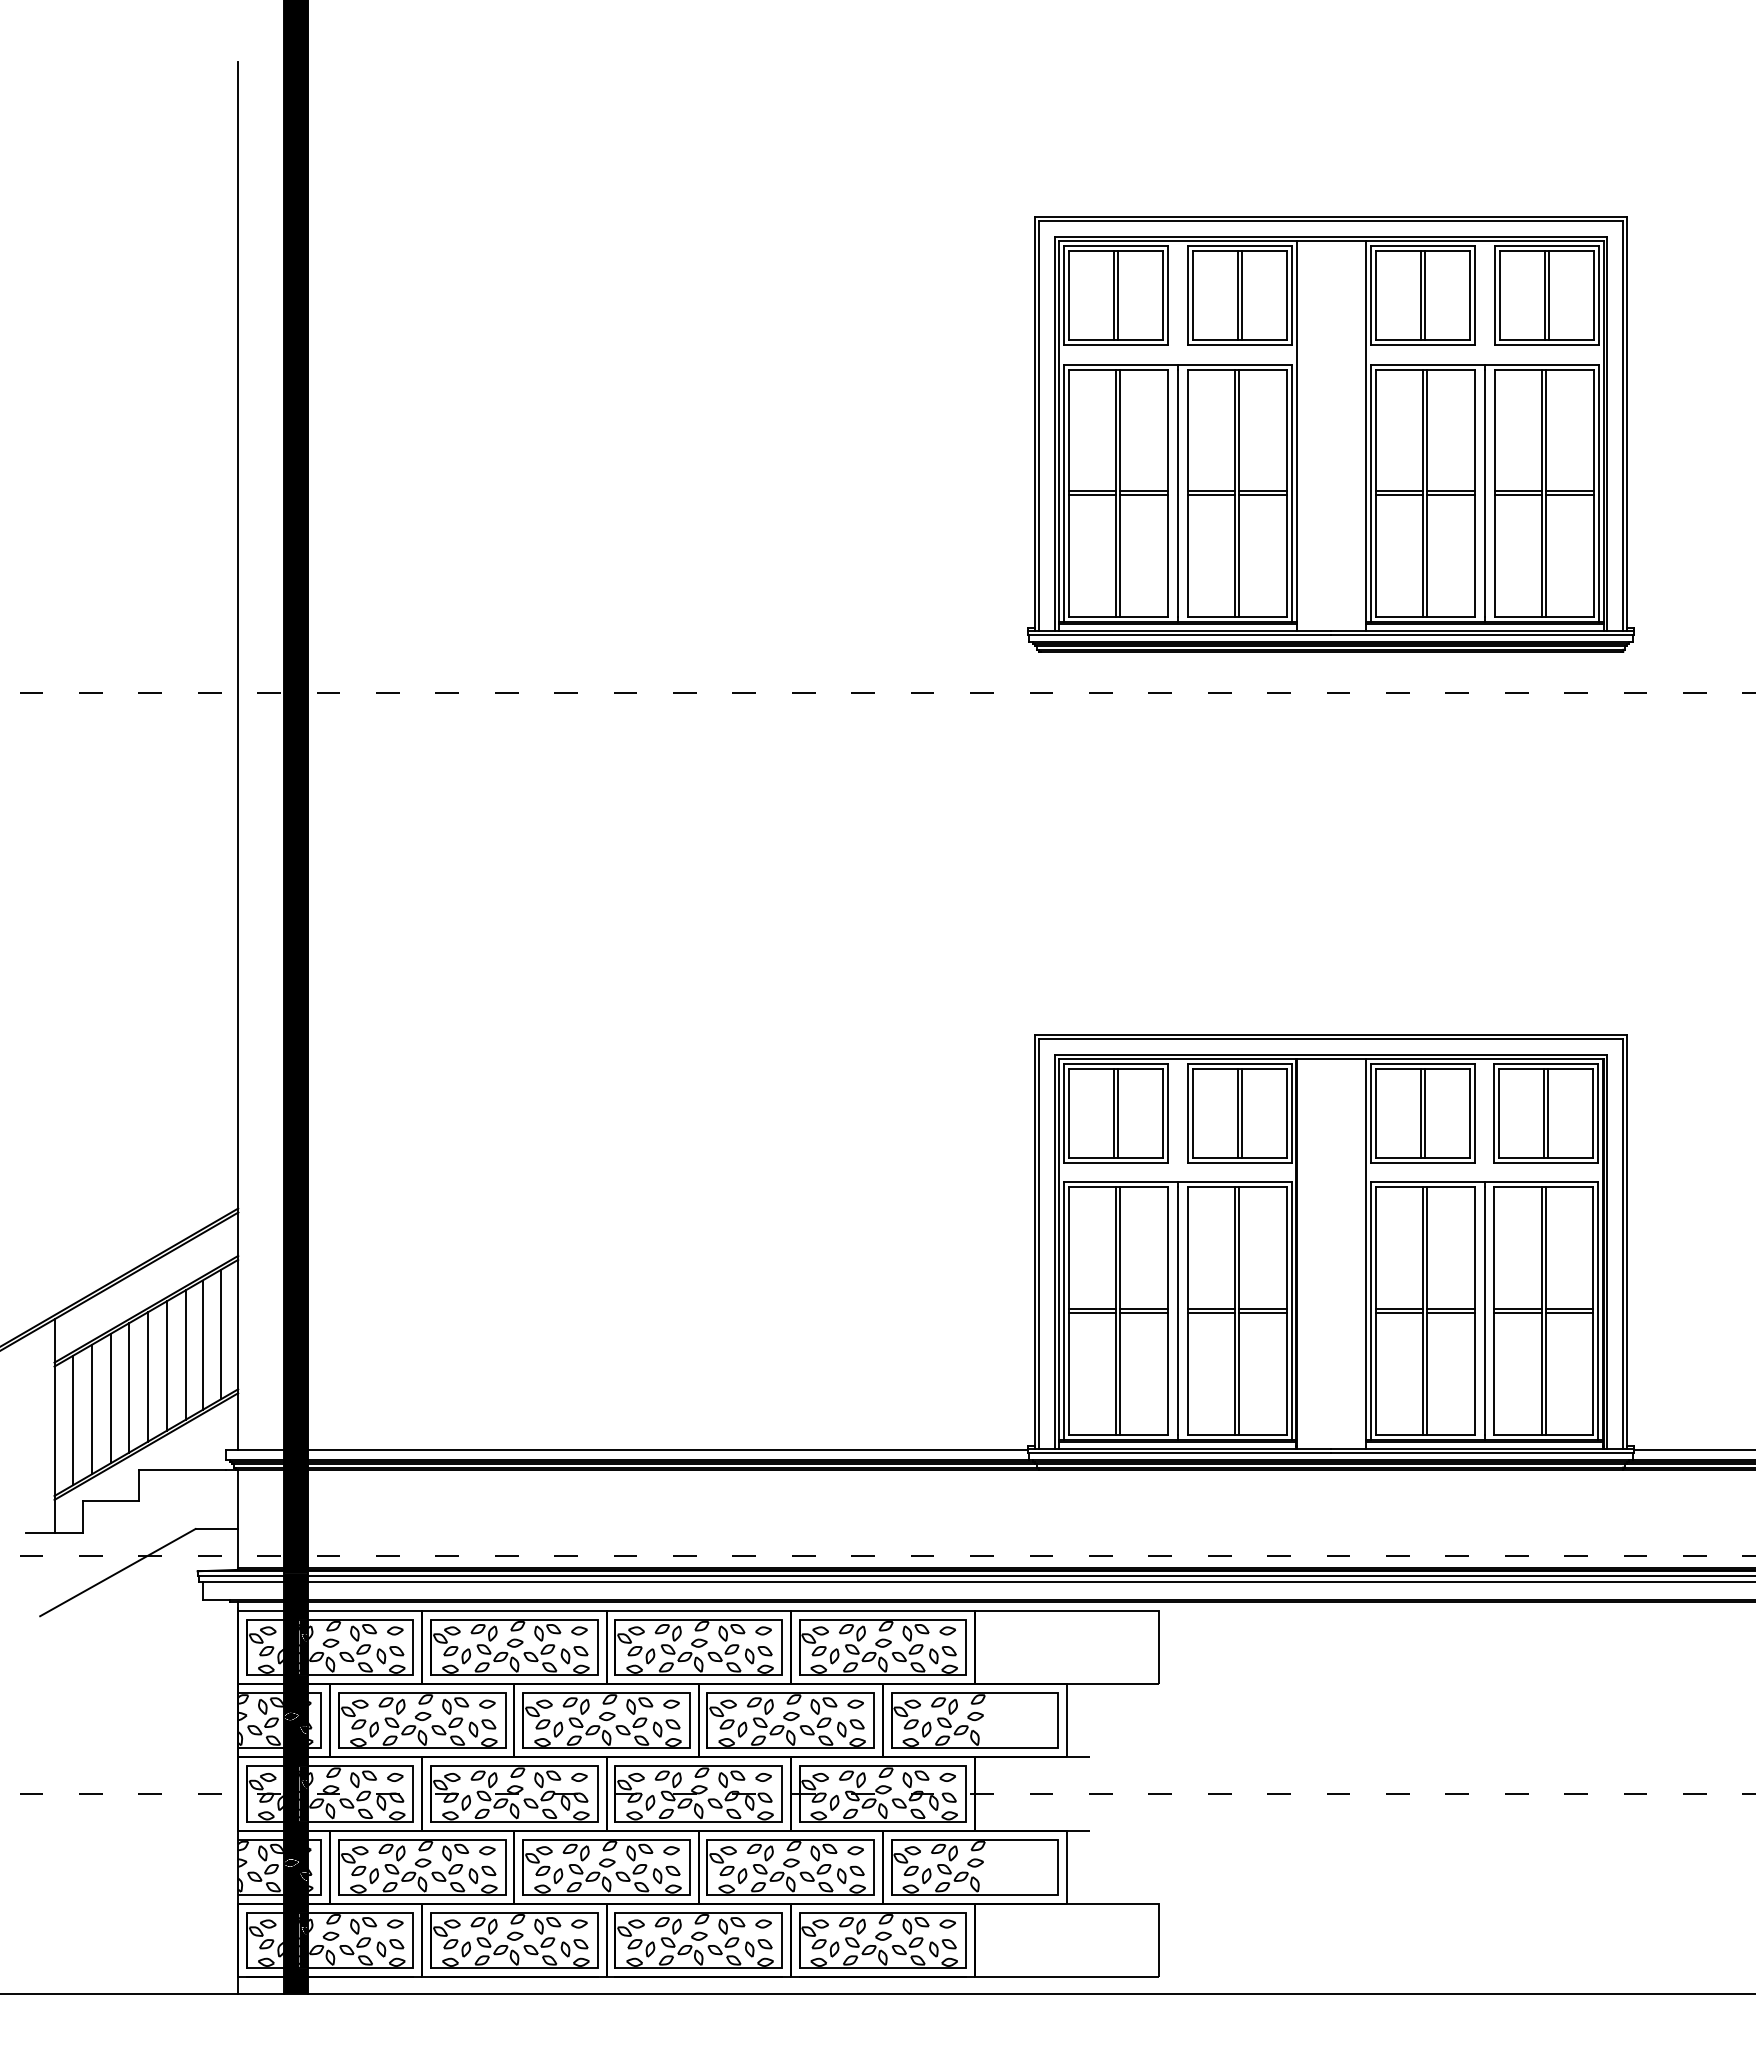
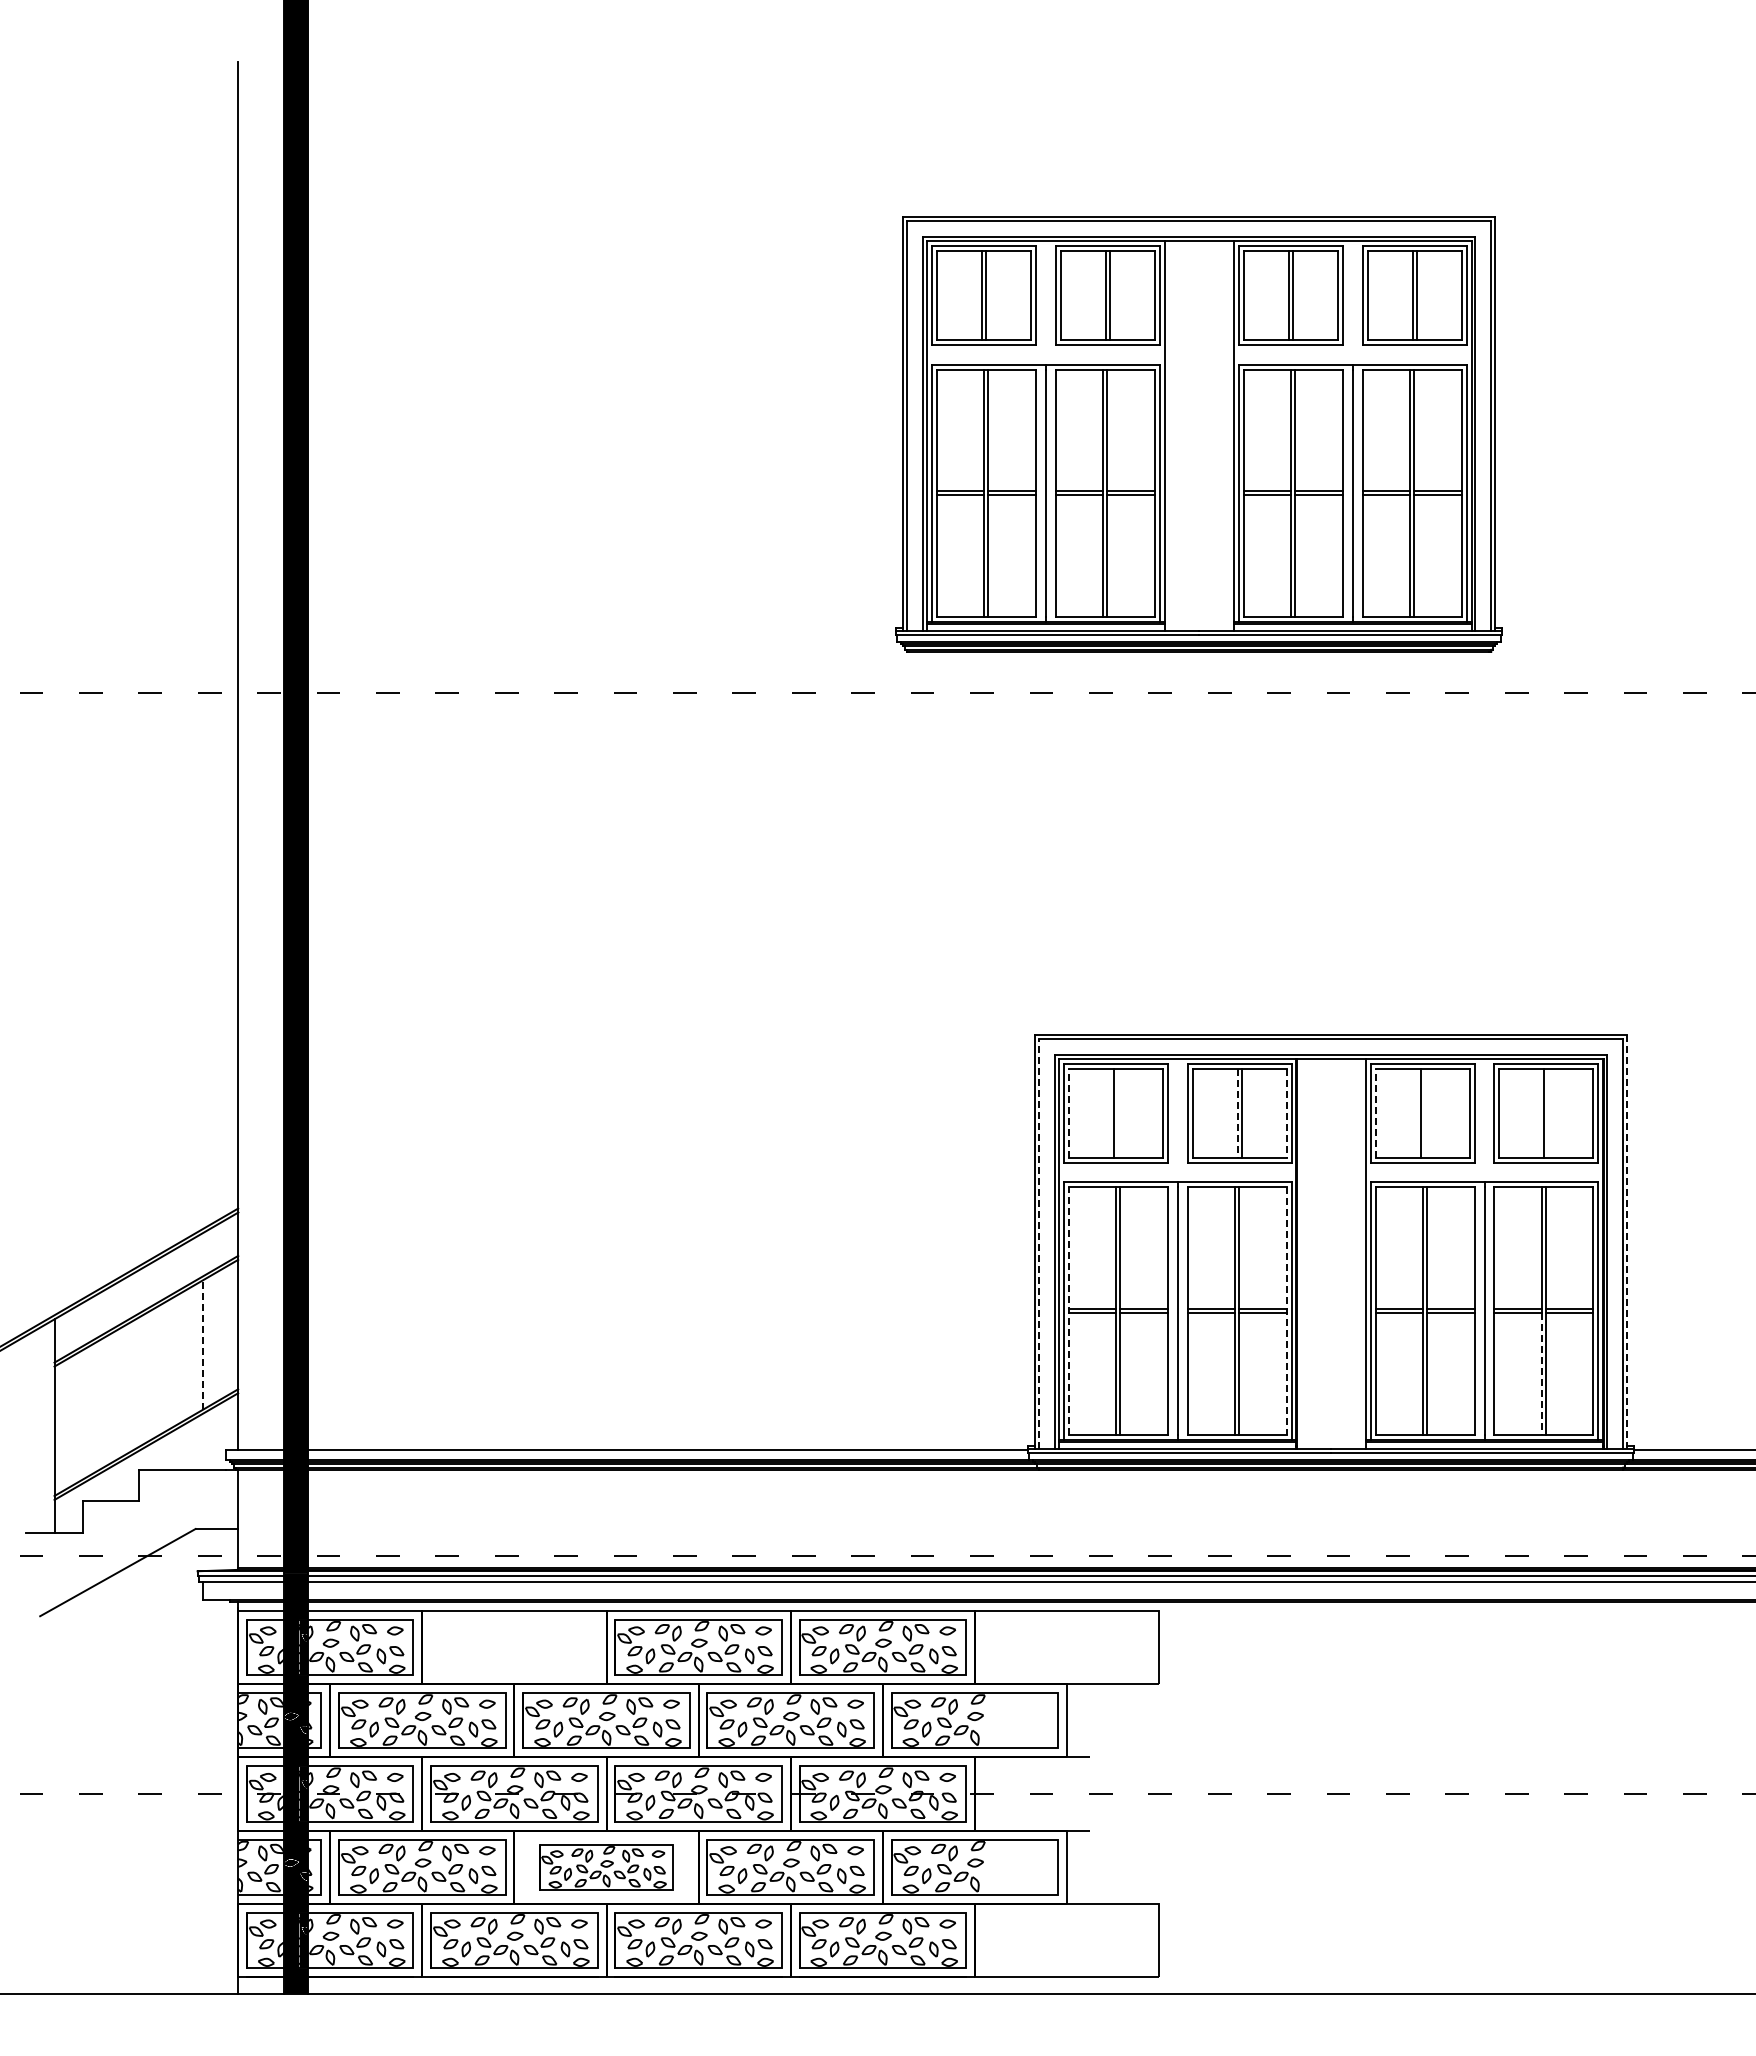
part at (1330, 434) position: (1330, 434) -> (1198, 434)
line at (1117, 1112): present -> none
line at (1424, 1112): present -> none
line at (1548, 1112): present -> none
line at (1068, 1113): solid -> dashed
line at (1237, 1113): solid -> dashed
line at (1286, 1113): solid -> dashed
line at (1375, 1113): solid -> dashed
line at (1627, 1241): solid -> dashed
line at (1039, 1243): solid -> dashed
line at (1068, 1311): solid -> dashed
line at (1286, 1311): solid -> dashed
line at (221, 1334): present -> none
line at (202, 1345): solid -> dashed
line at (185, 1354): present -> none
line at (166, 1365): present -> none
line at (1541, 1374): solid -> dashed
line at (148, 1376): present -> none
line at (129, 1387): present -> none
line at (110, 1398): present -> none
line at (91, 1409): present -> none
line at (73, 1420): present -> none
part at (514, 1647): present -> none
part at (606, 1867) size: 169x57 px -> 135x47 px
